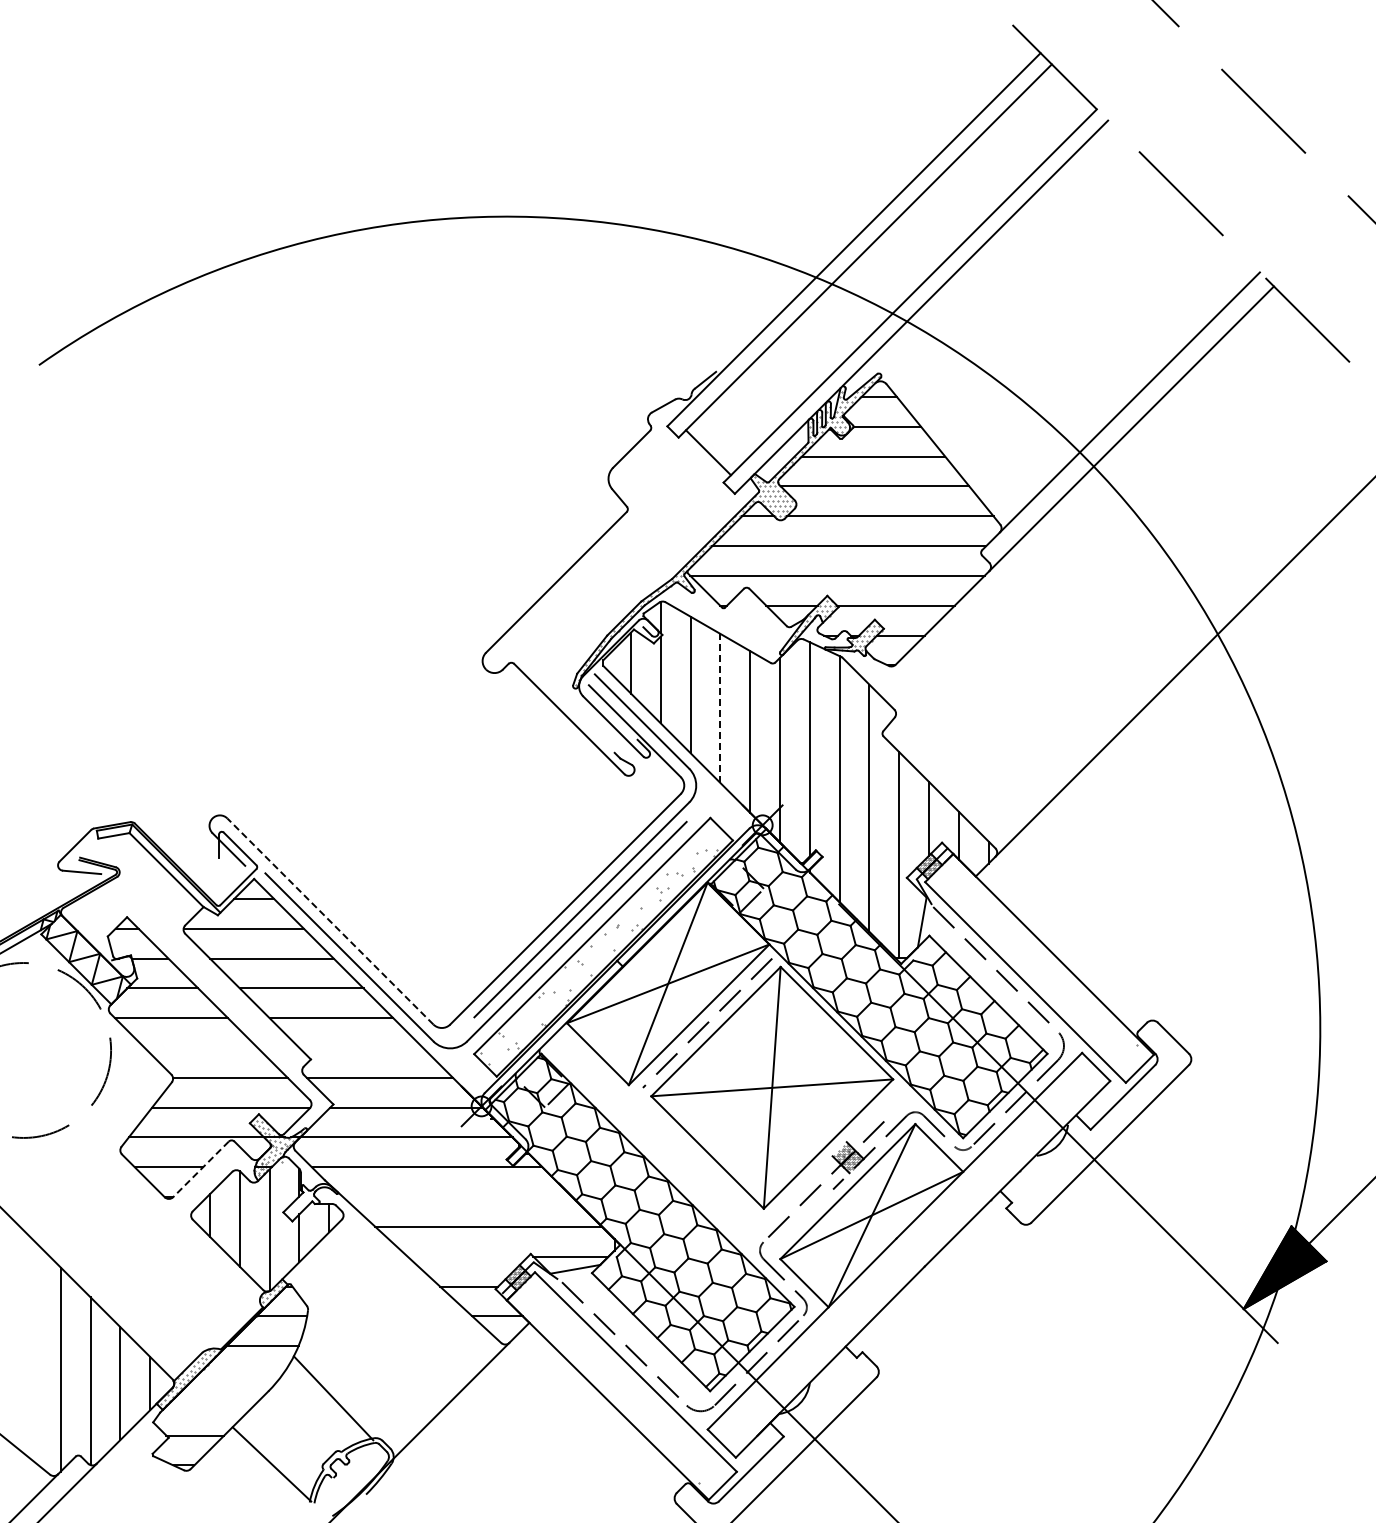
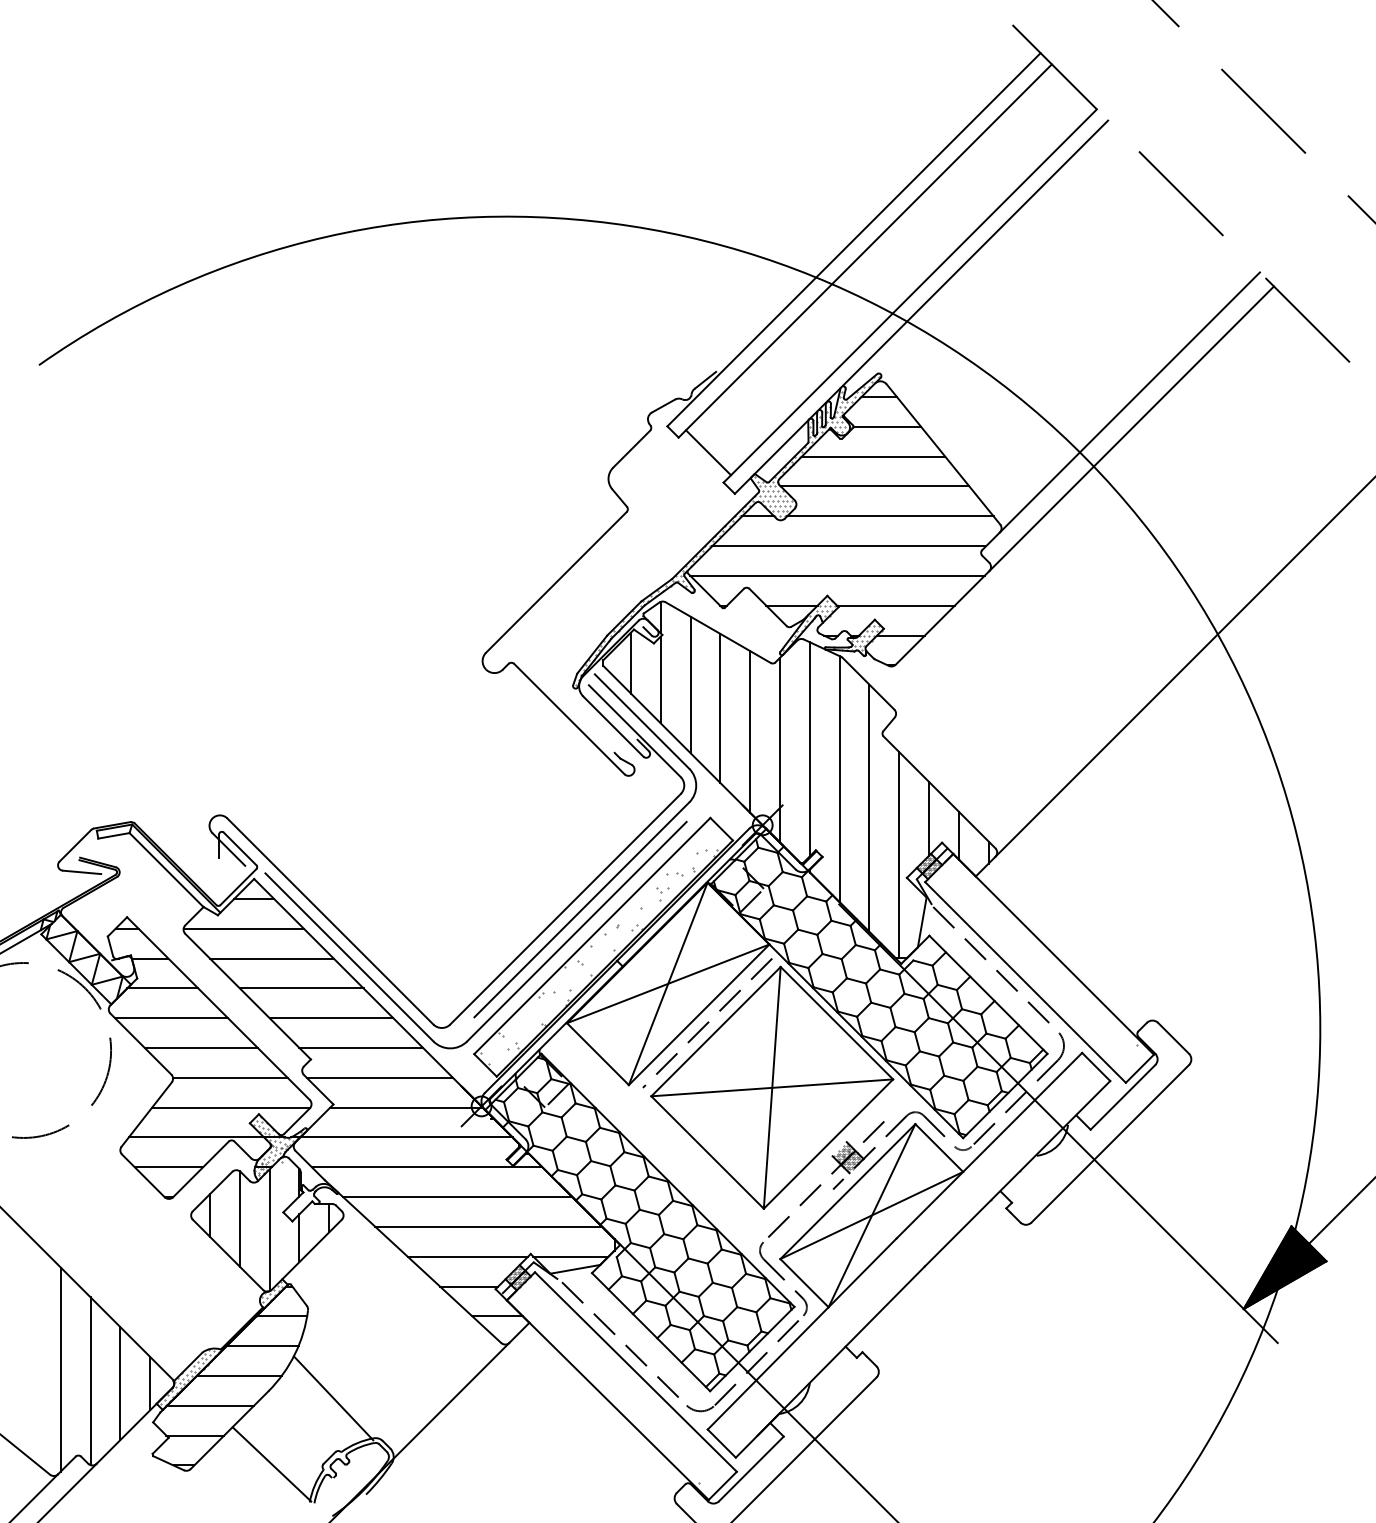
line at (720, 708): dashed -> solid
line at (330, 921): dashed -> solid
line at (200, 1047): none -> present
line at (361, 1047): none -> present
line at (200, 1169): dashed -> solid
line at (457, 1197): none -> present
line at (467, 1256): none -> present
line at (238, 1375): none -> present
line at (210, 1405): none -> present
